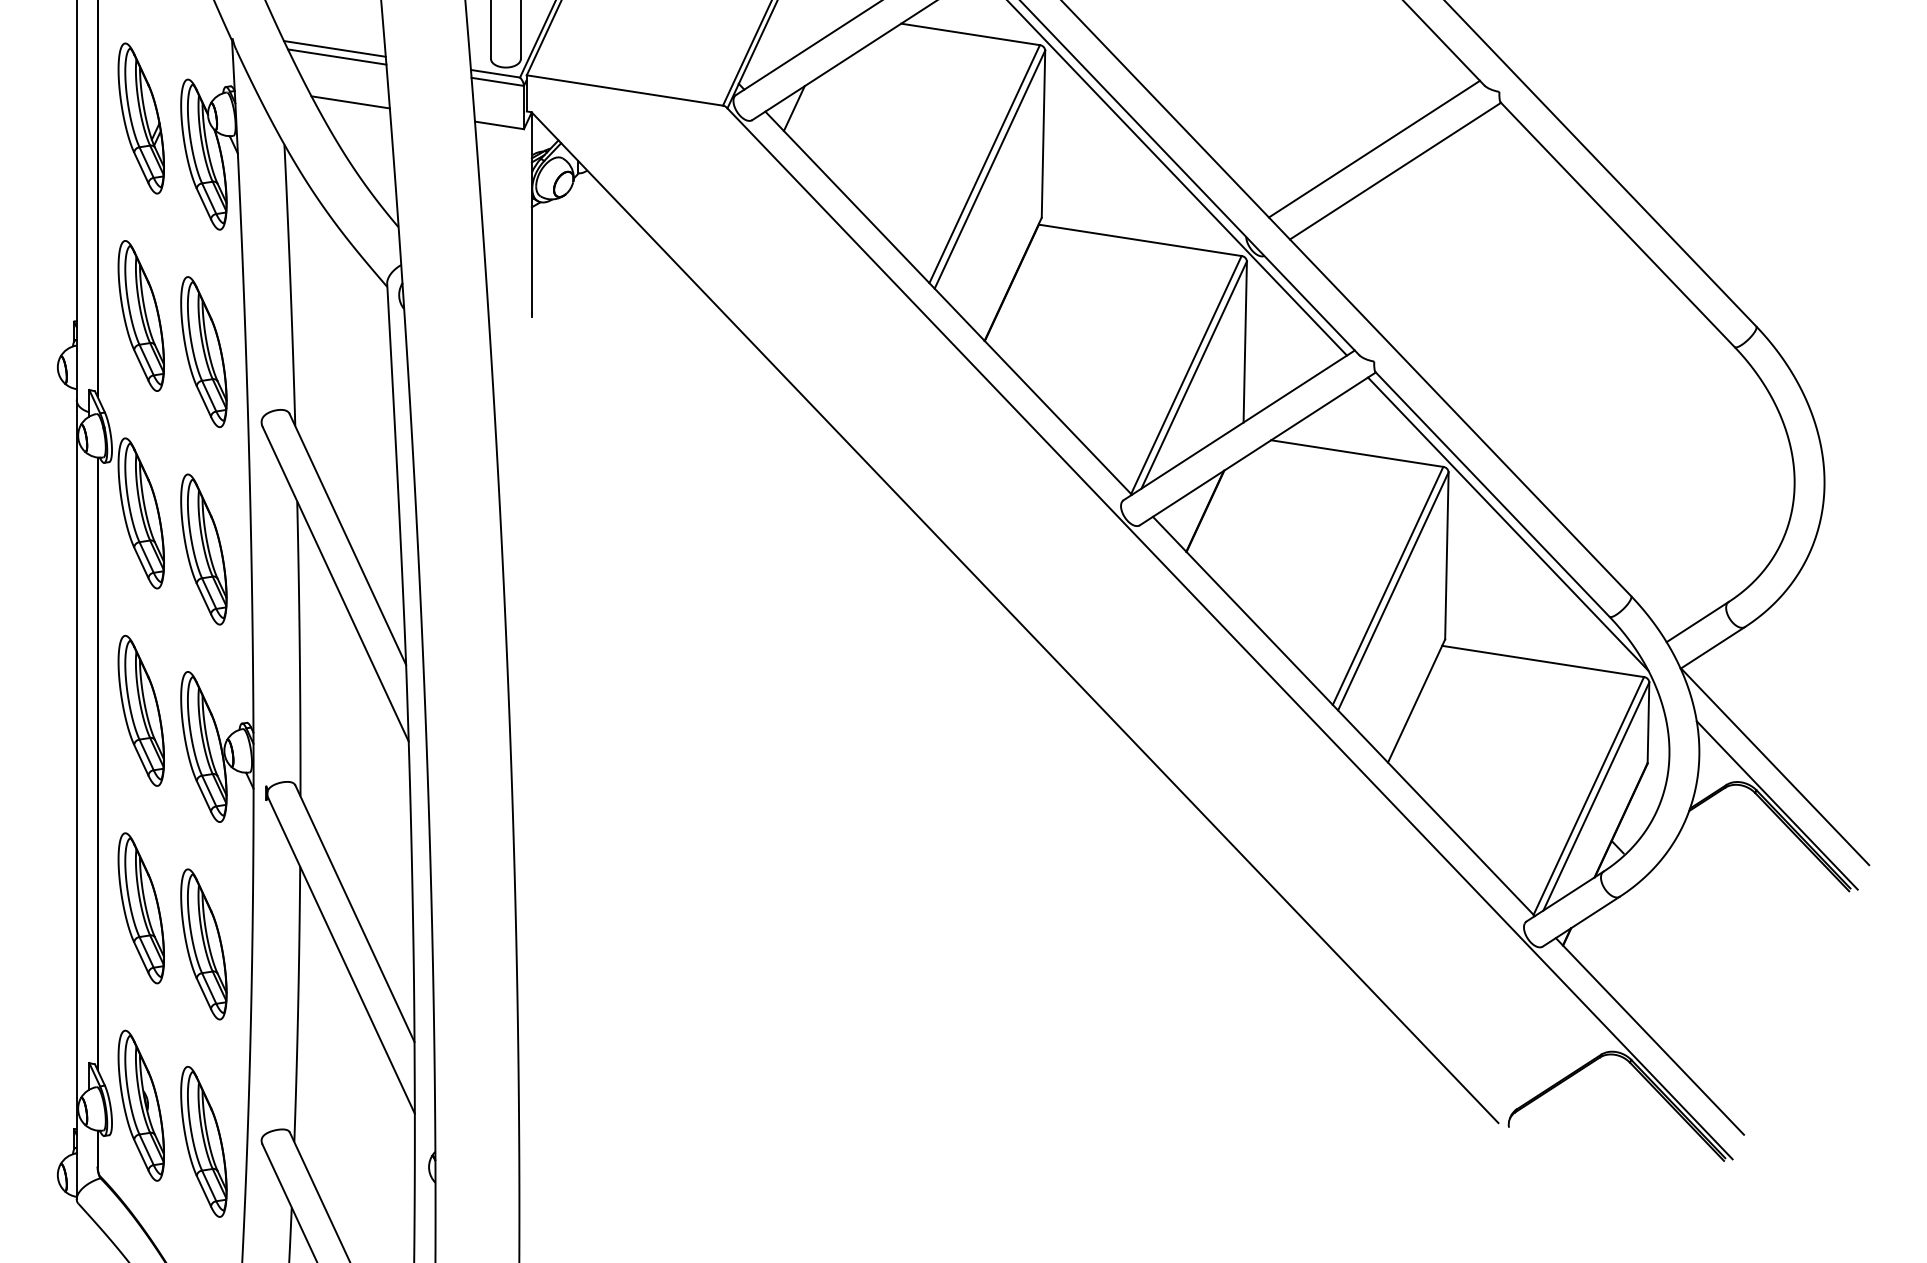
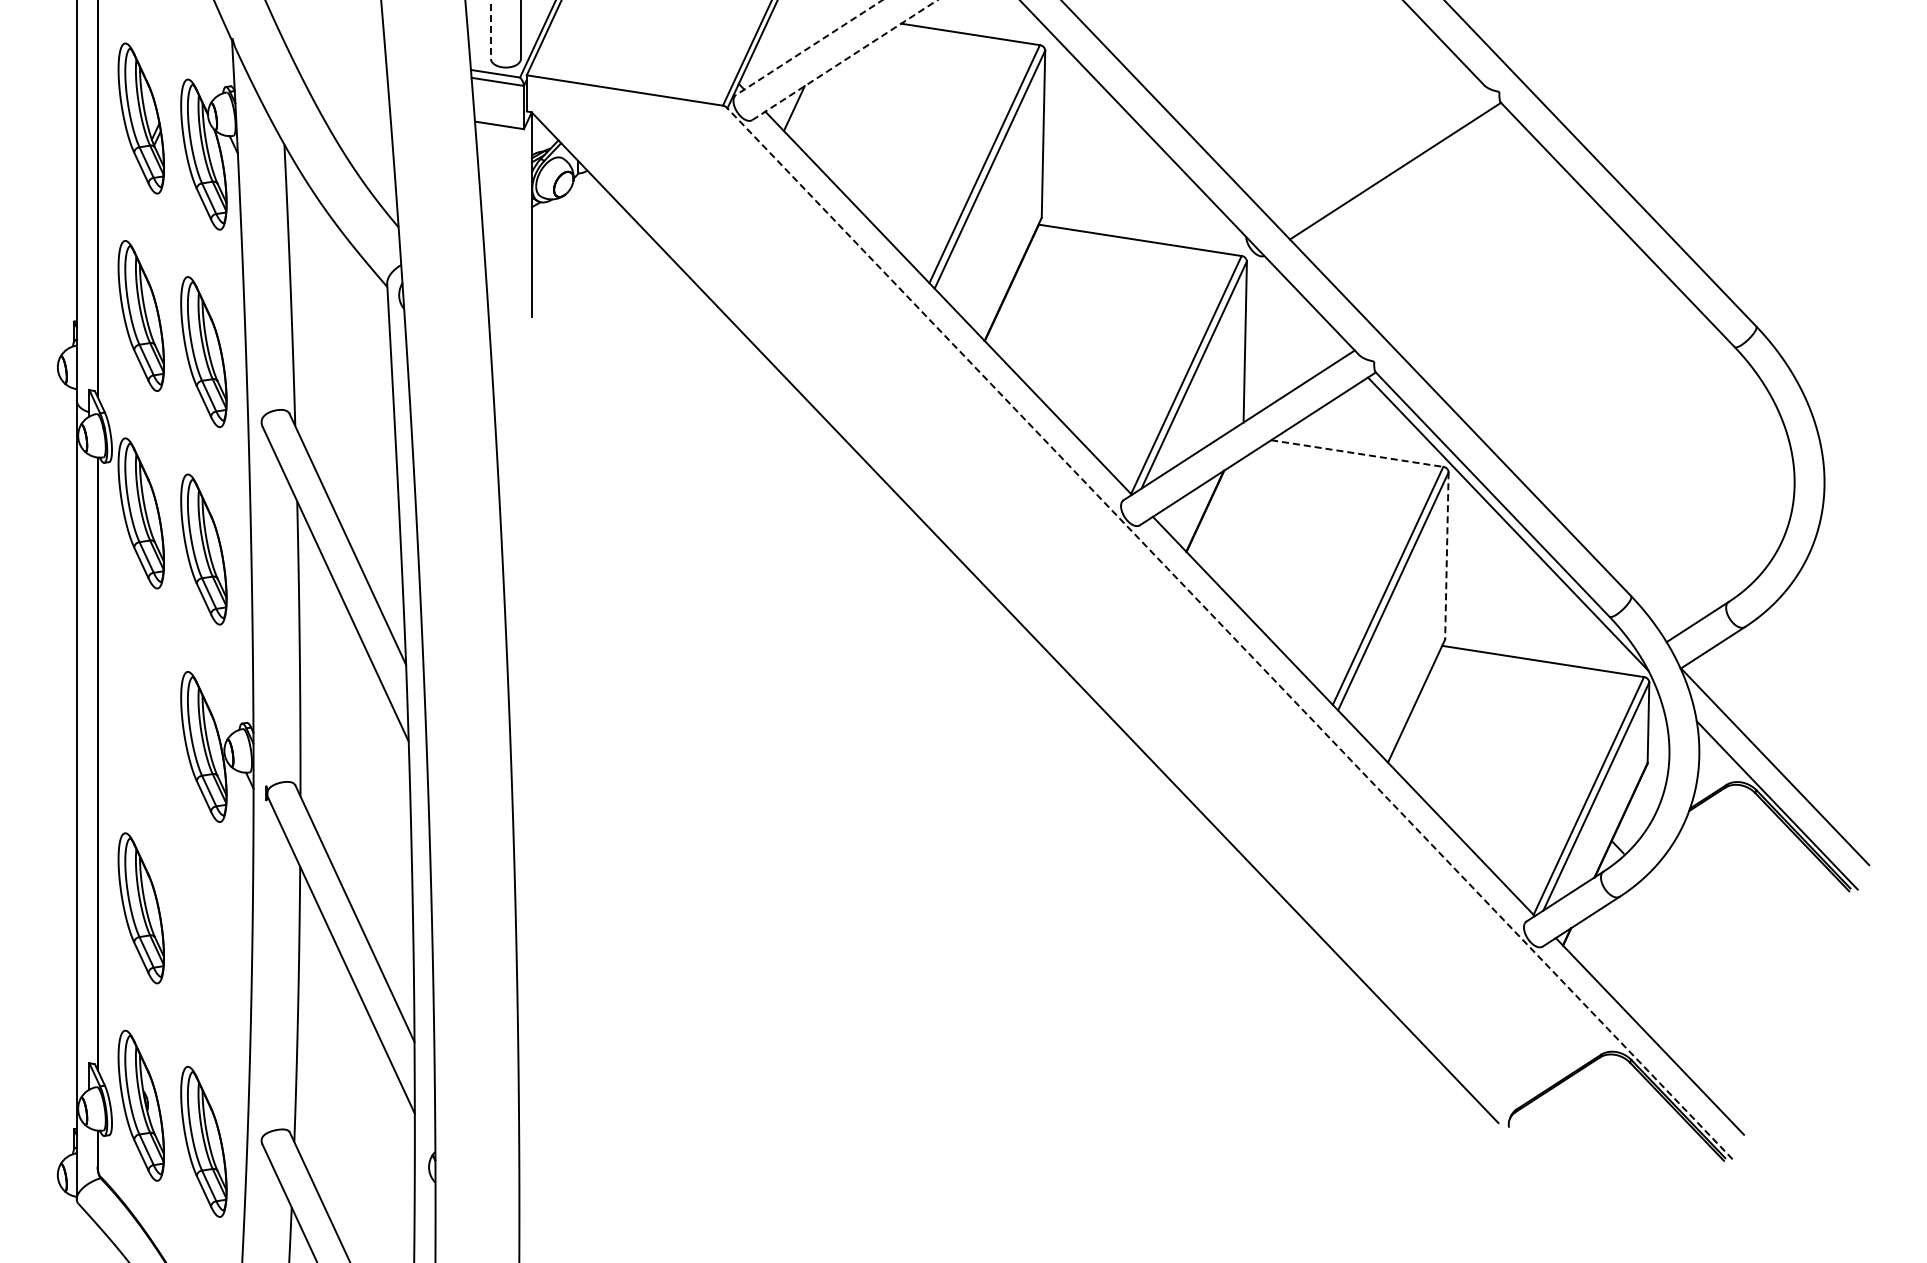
line at (491, 29): solid -> dashed
line at (808, 47): solid -> dashed
line at (334, 48): present -> none
line at (336, 56): present -> none
line at (845, 60): solid -> dashed
line at (350, 102): present -> none
line at (1373, 148): present -> none
line at (1177, 178): present -> none
line at (1357, 453): solid -> dashed
line at (1446, 555): solid -> dashed
line at (1229, 633): solid -> dashed
part at (140, 710): present -> none
part at (203, 944): present -> none
